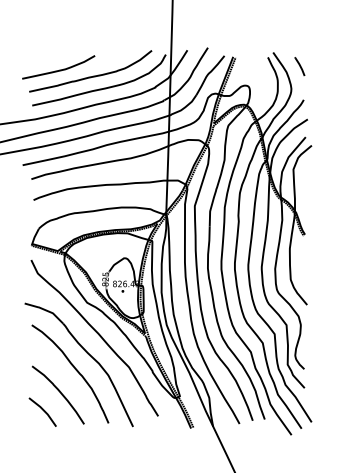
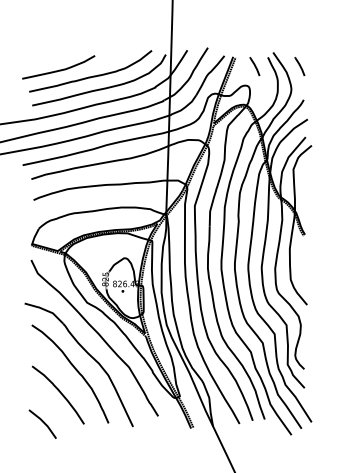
line at (254, 66): none -> present
line at (42, 410) position: (42, 410) -> (42, 422)
